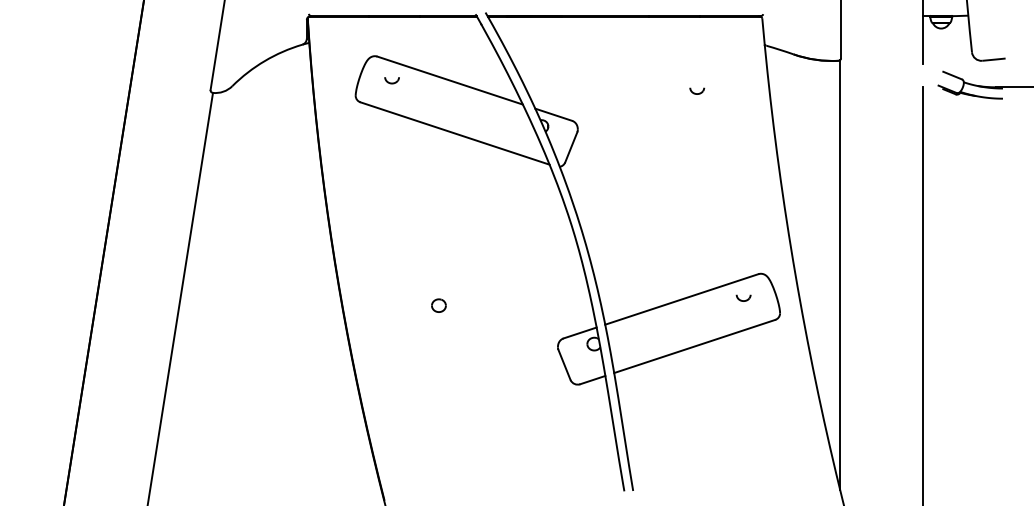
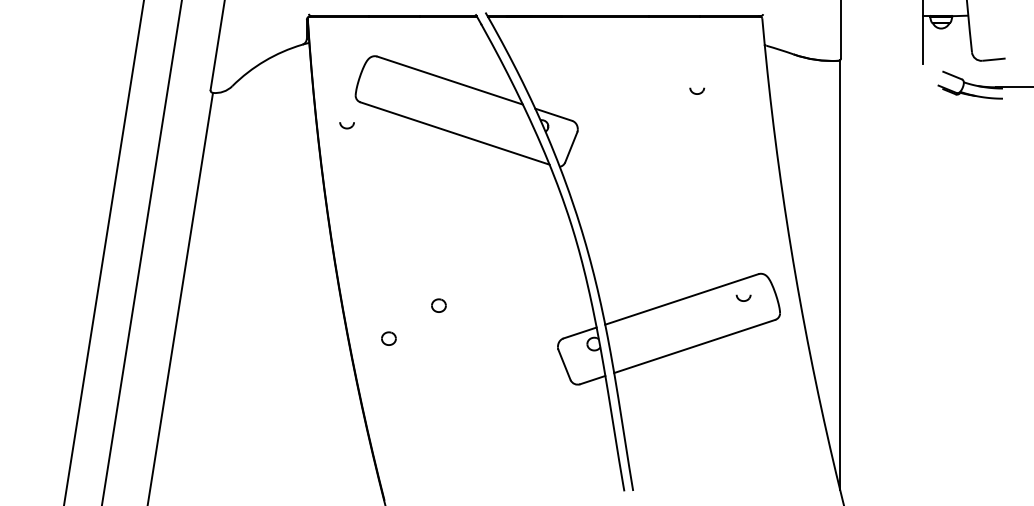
part at (391, 80) position: (391, 80) -> (346, 125)
line at (103, 252) position: (103, 252) -> (141, 252)
line at (922, 294): present -> none
part at (388, 338): none -> present
